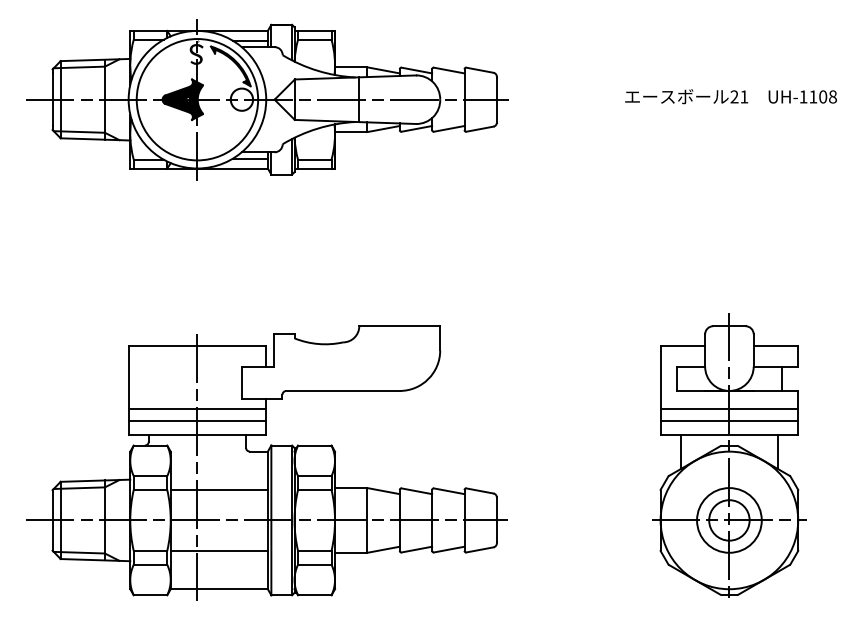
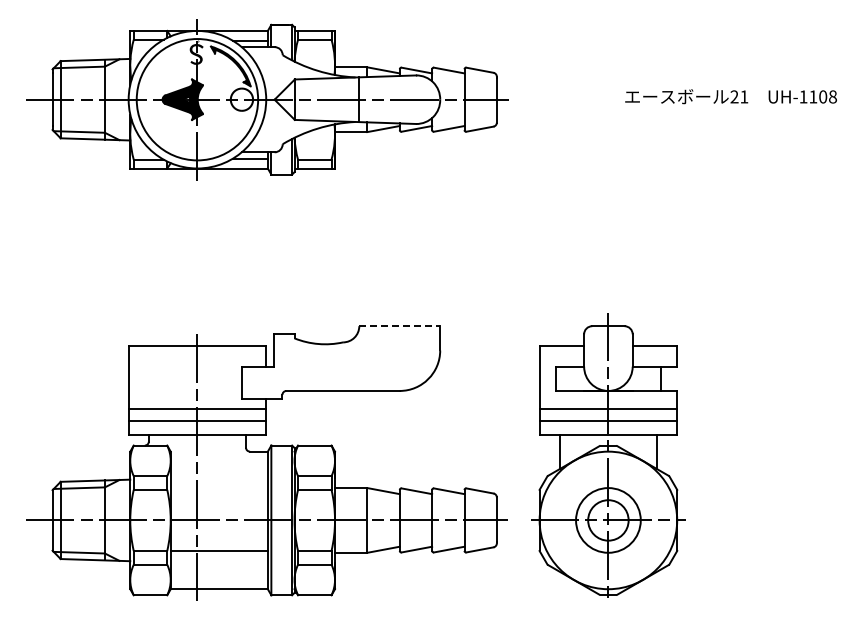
line at (400, 326): solid -> dashed
part at (729, 455) position: (729, 455) -> (608, 455)
line at (218, 489): present -> none
